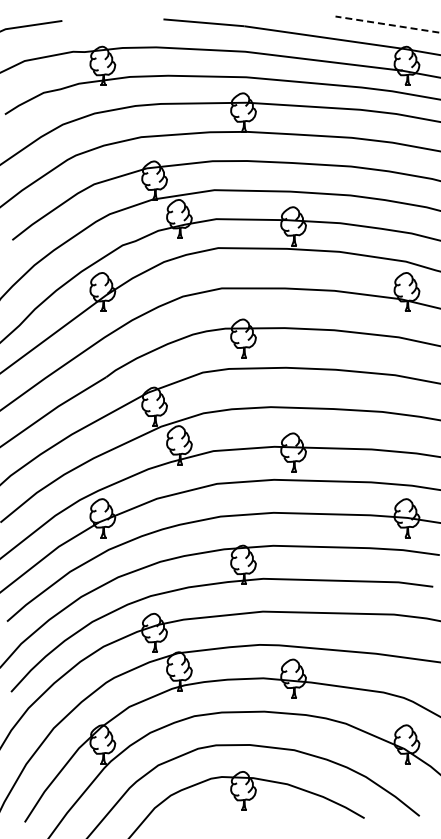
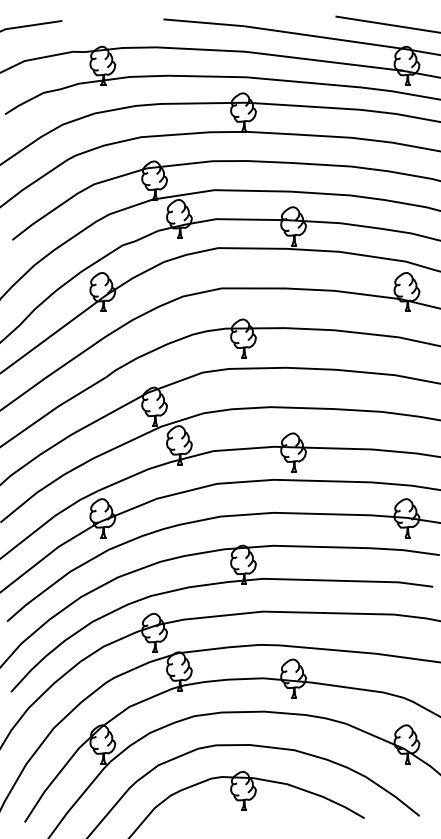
line at (387, 24): dashed -> solid
